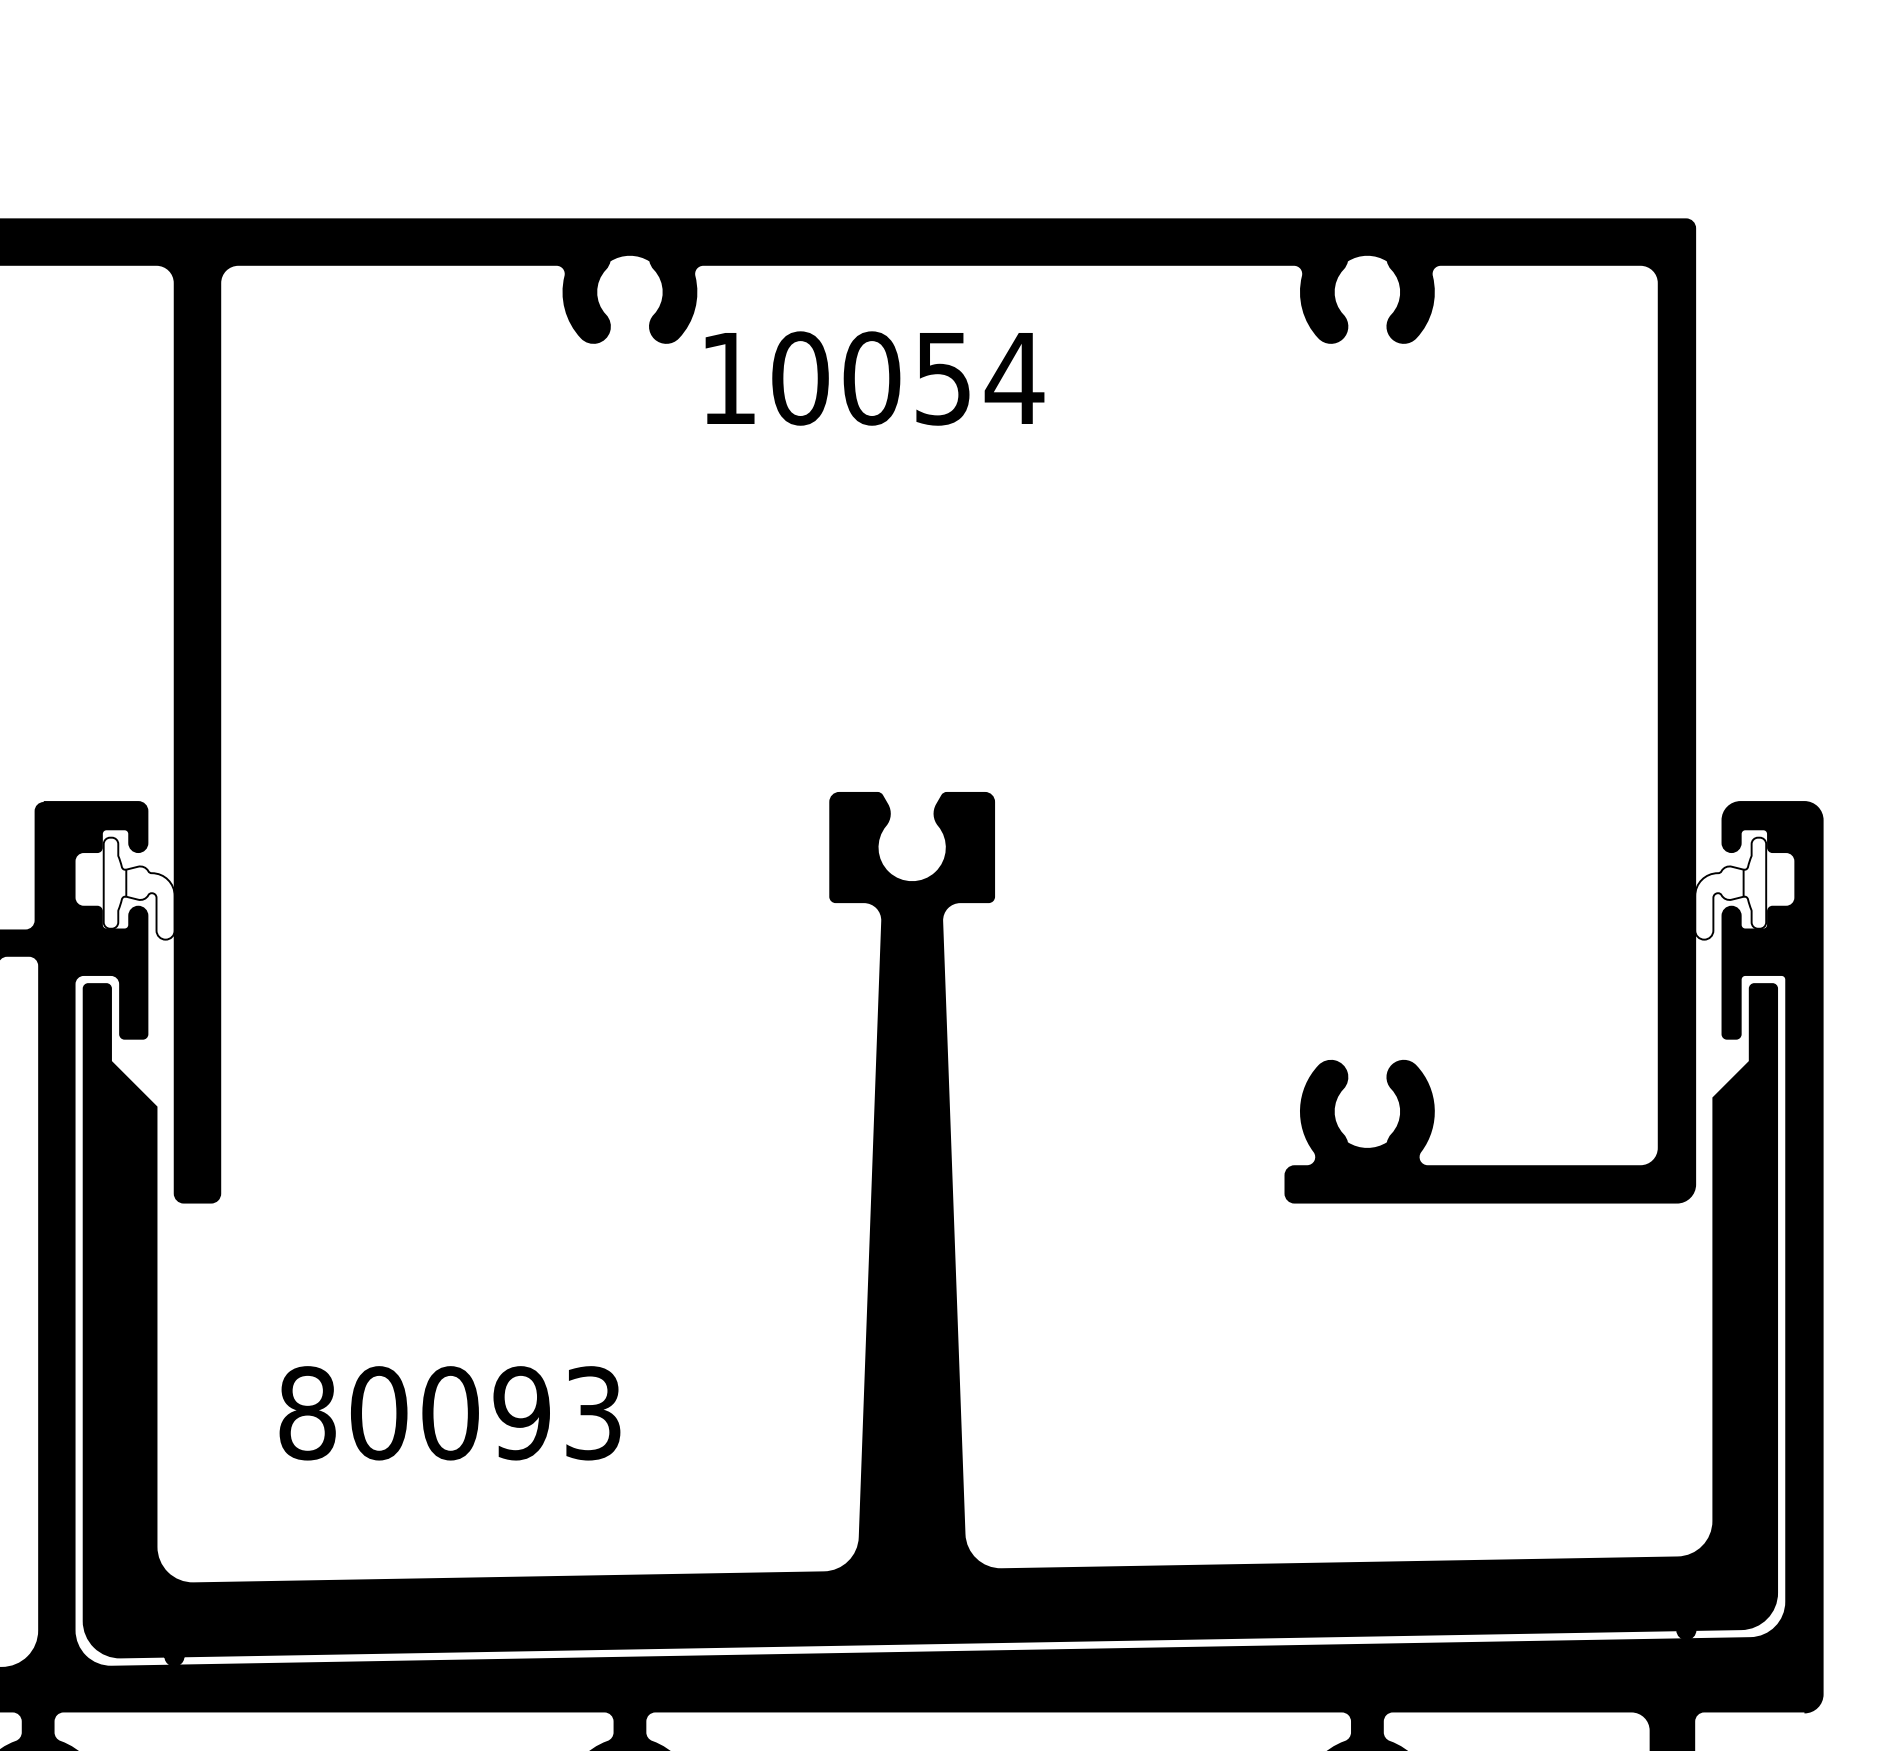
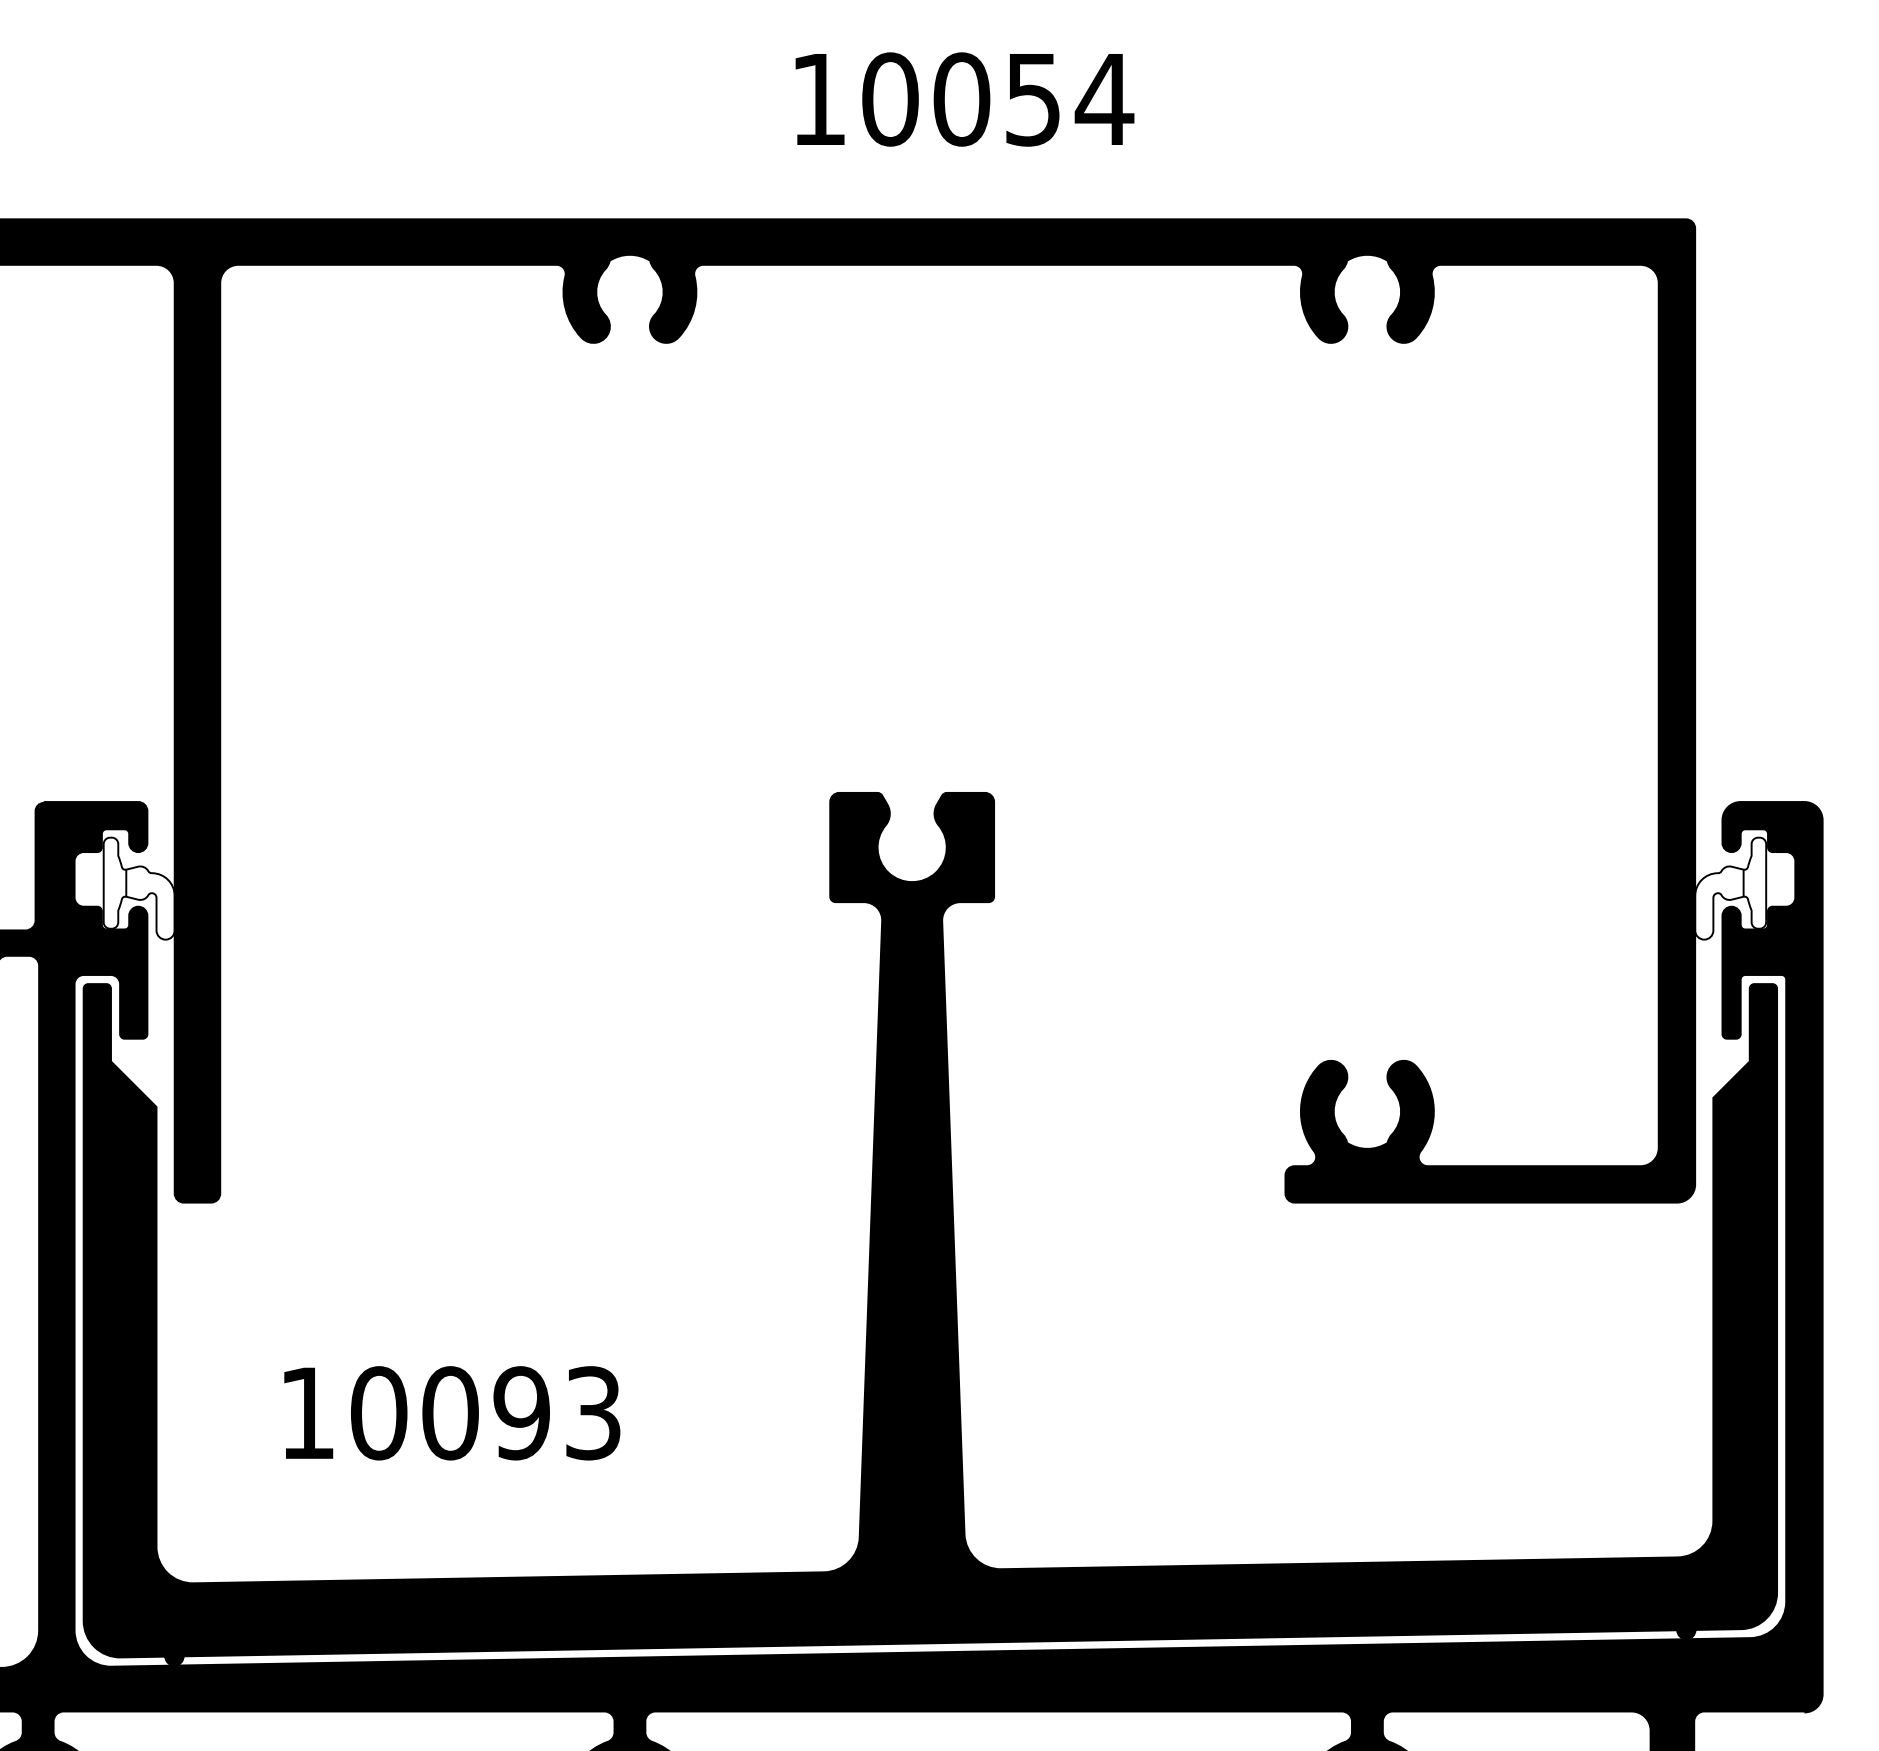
text at (874, 378) position: (874, 378) -> (964, 99)
text at (307, 1413): 80093 -> 10093
